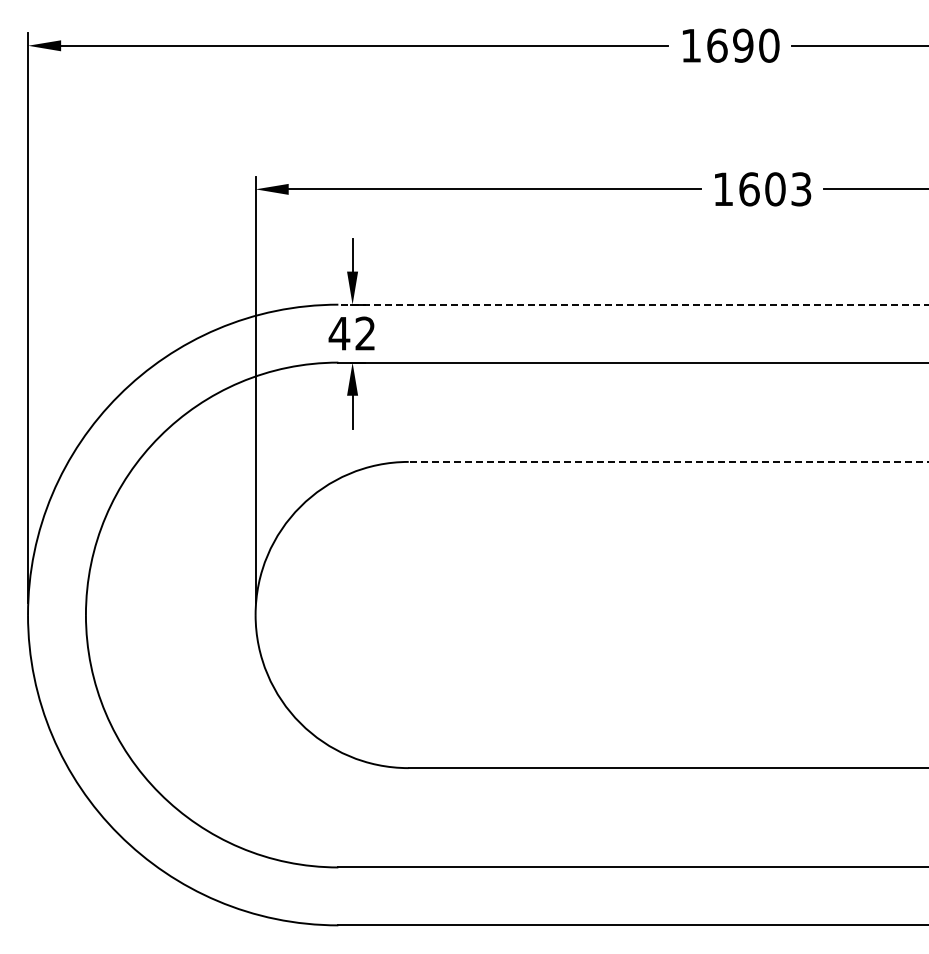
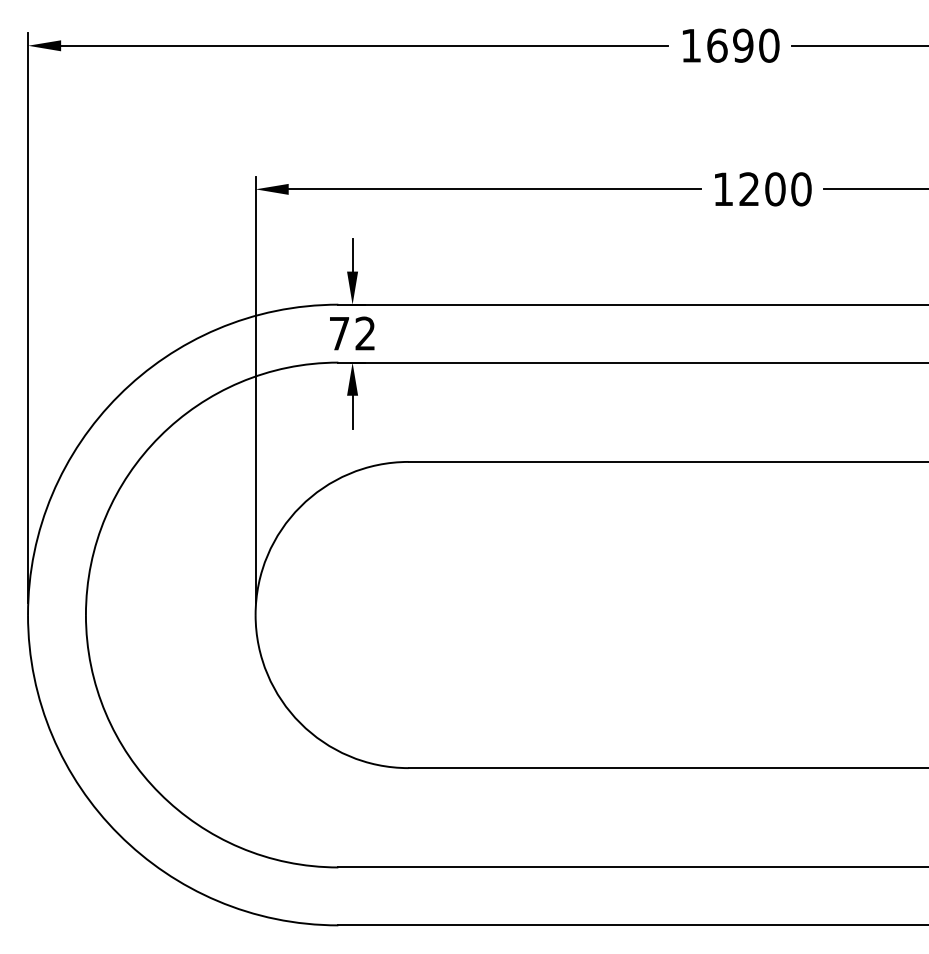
text at (775, 189): 1603 -> 1200
line at (633, 304): dashed -> solid
text at (339, 333): 42 -> 72
line at (668, 461): dashed -> solid
